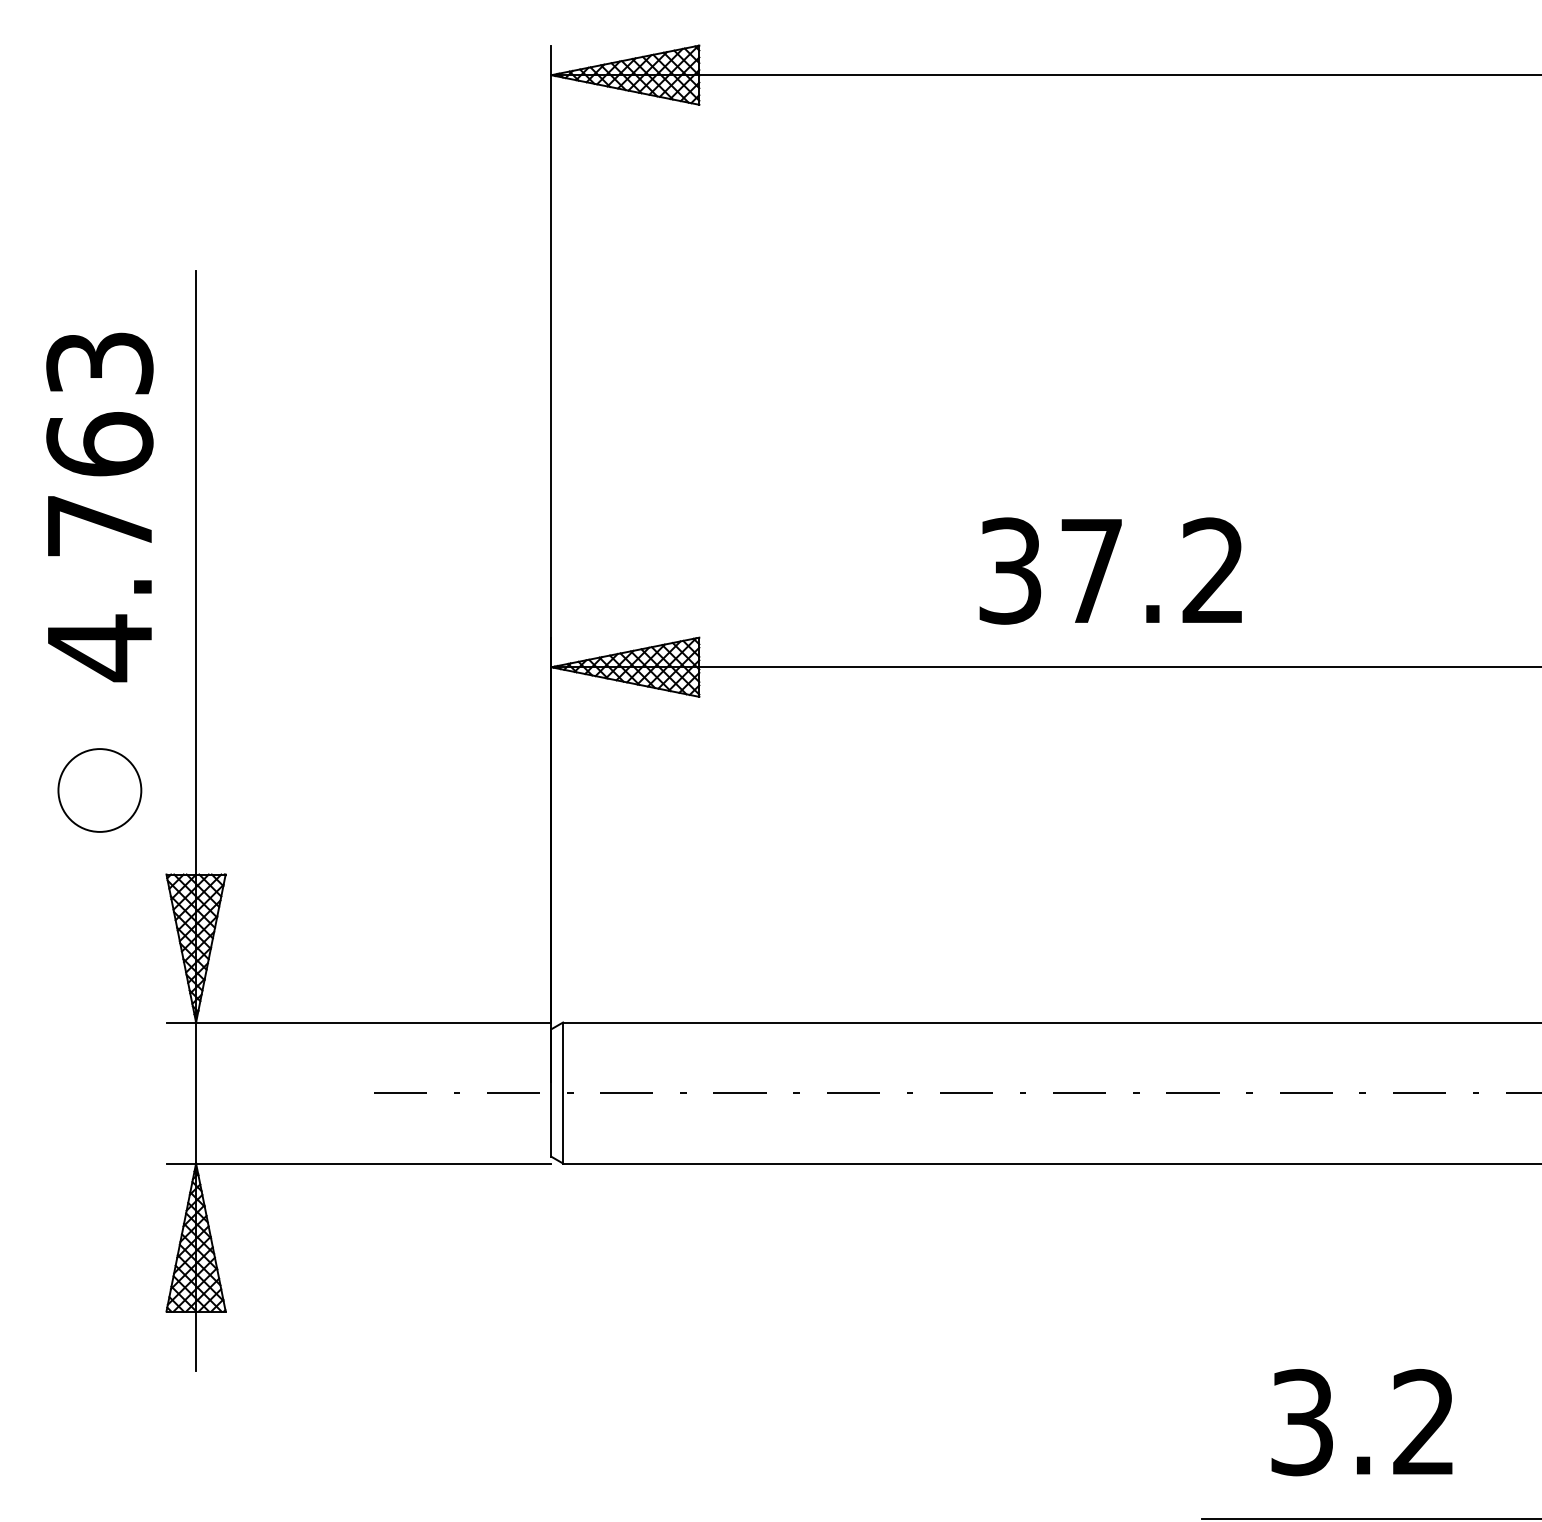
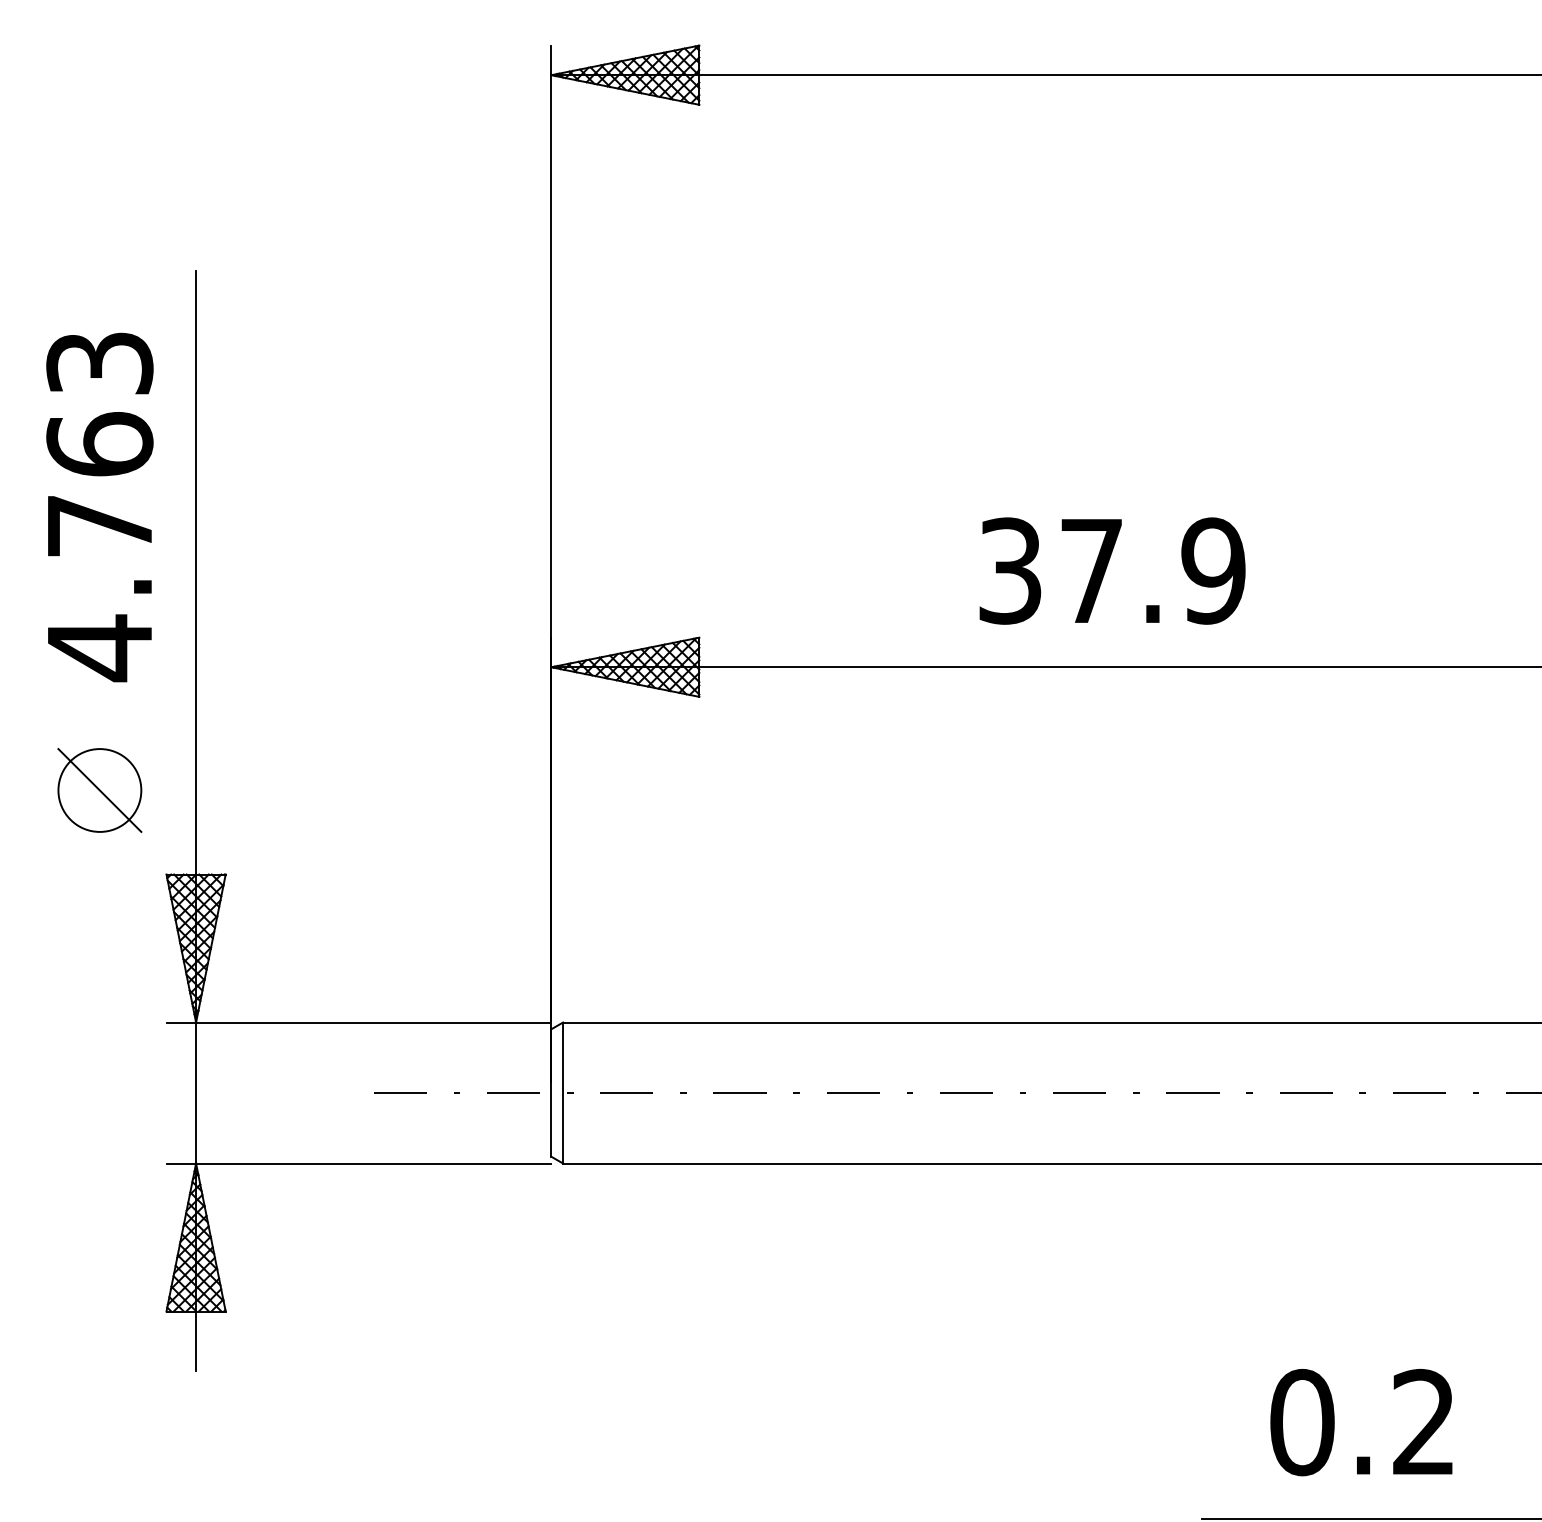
text at (1213, 570): 37.2 -> 37.9
line at (99, 790): none -> present
text at (1302, 1422): 3.2 -> 0.2
